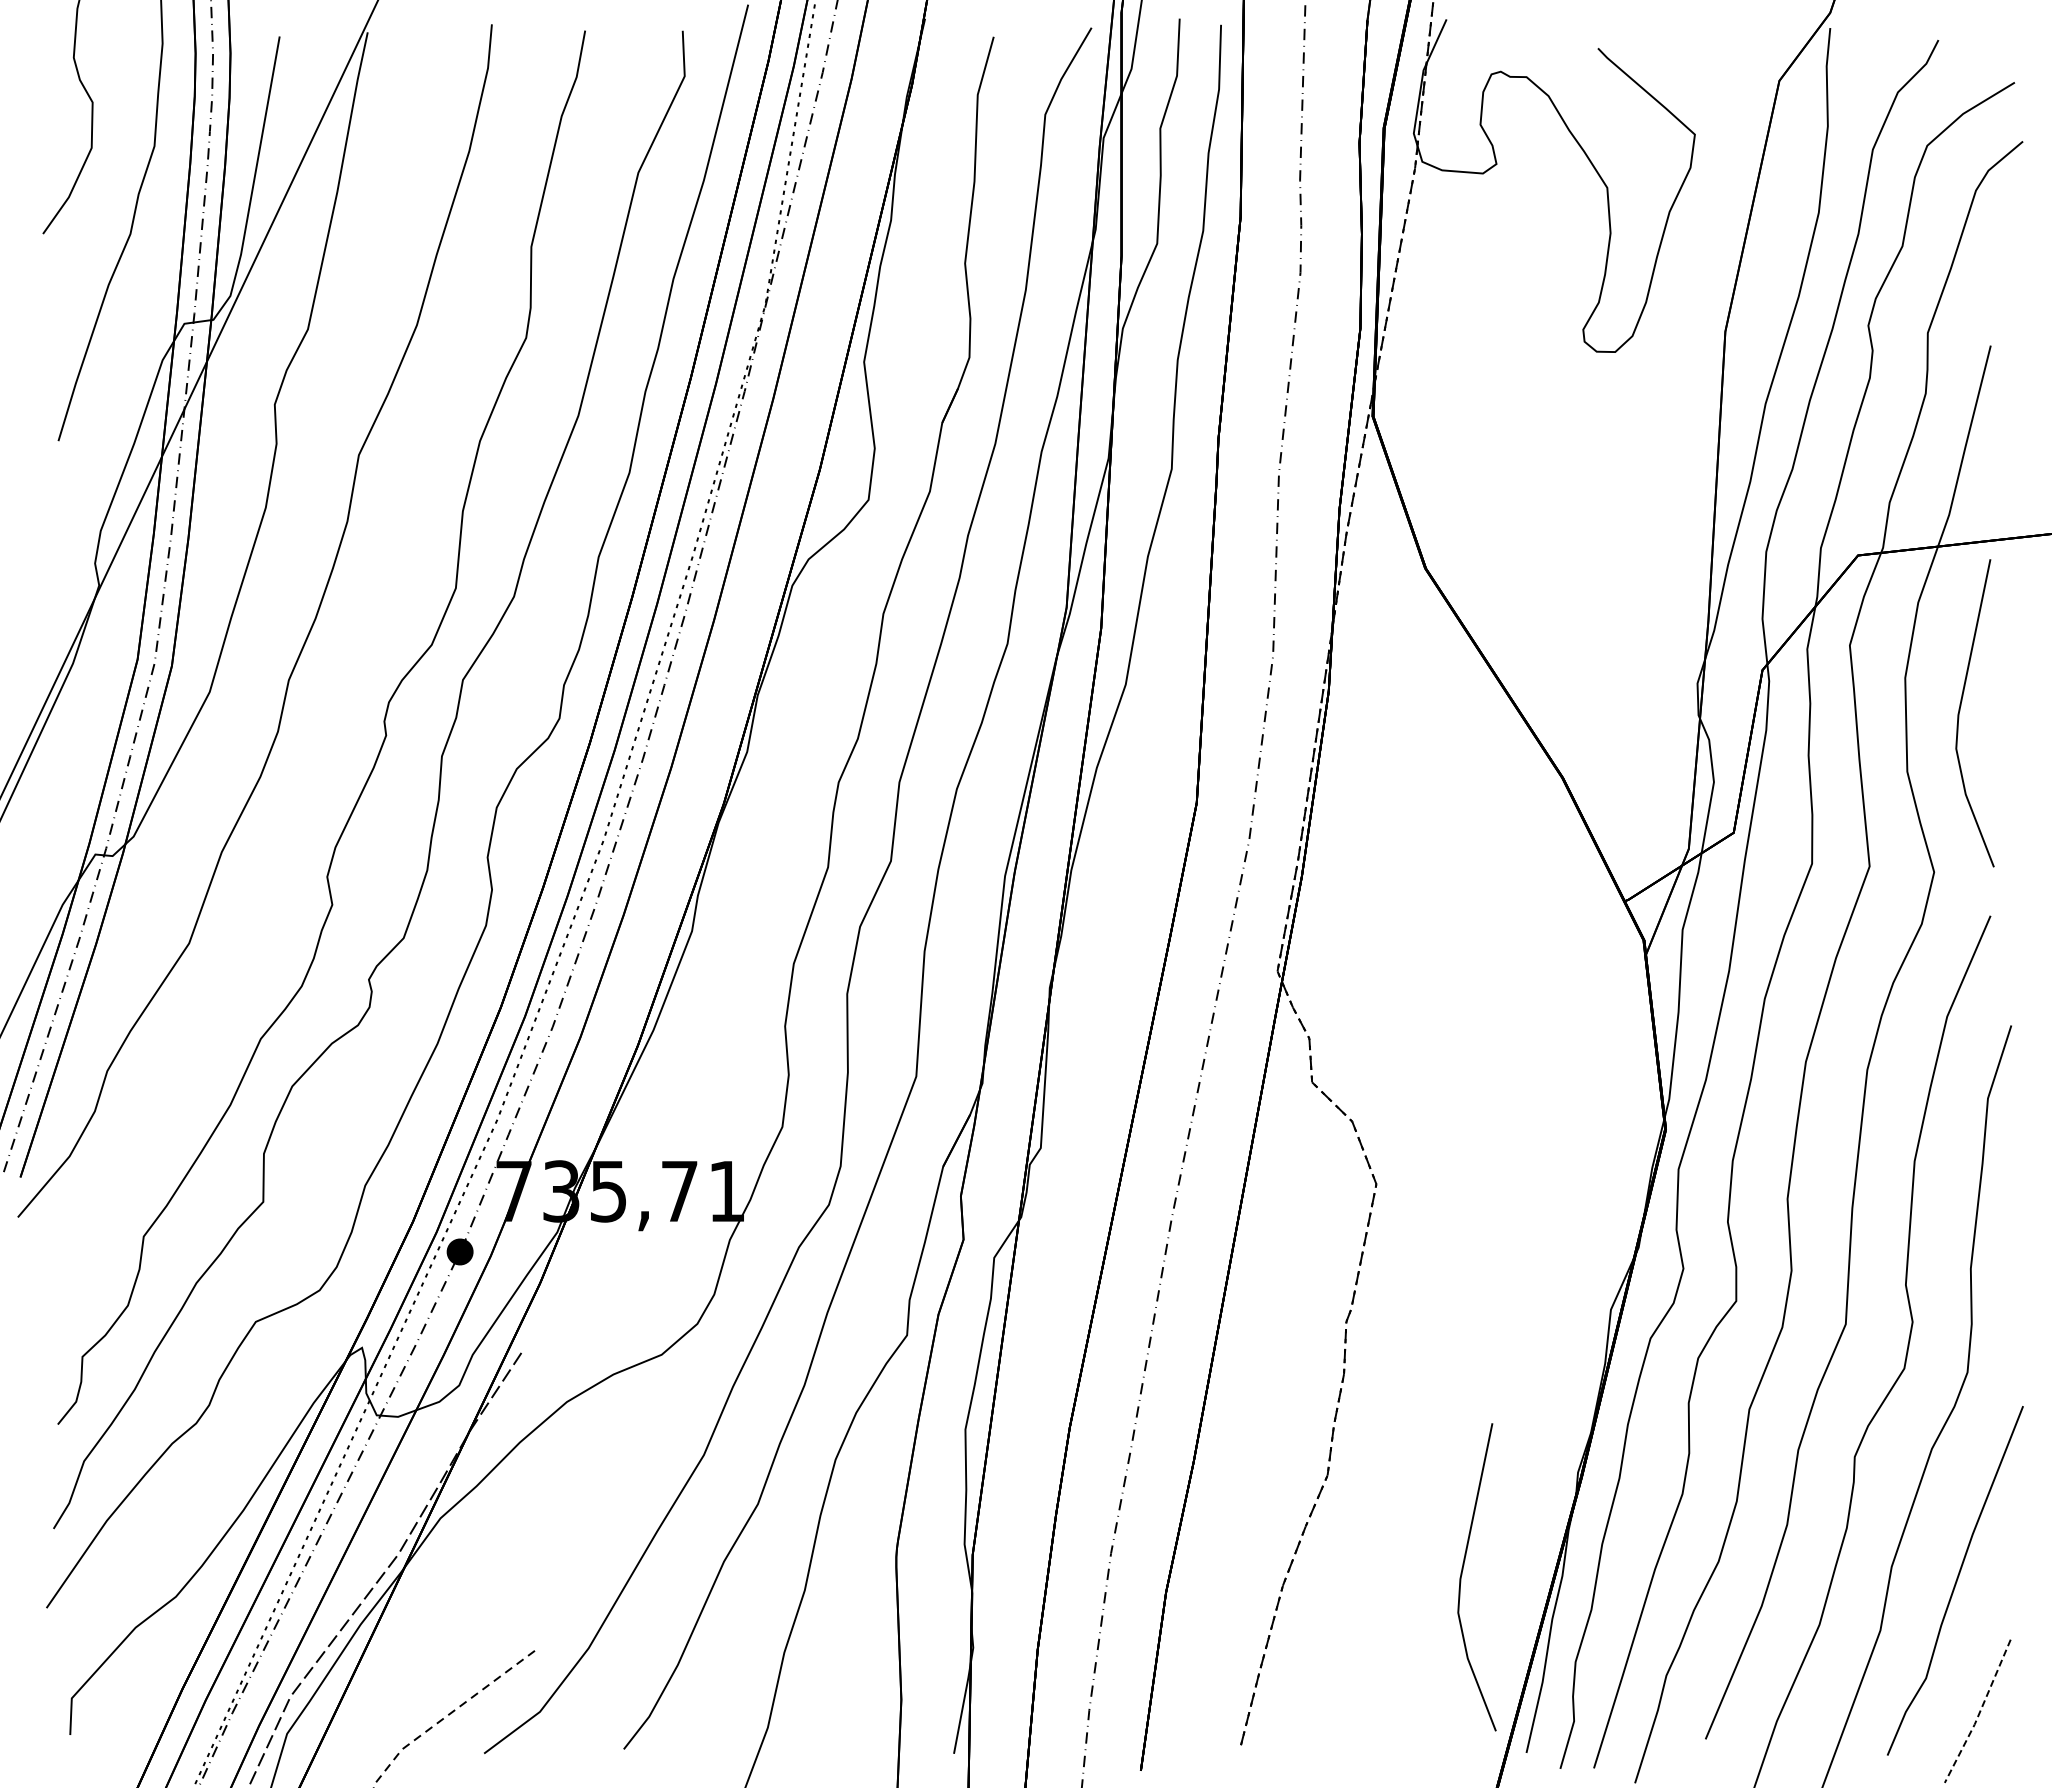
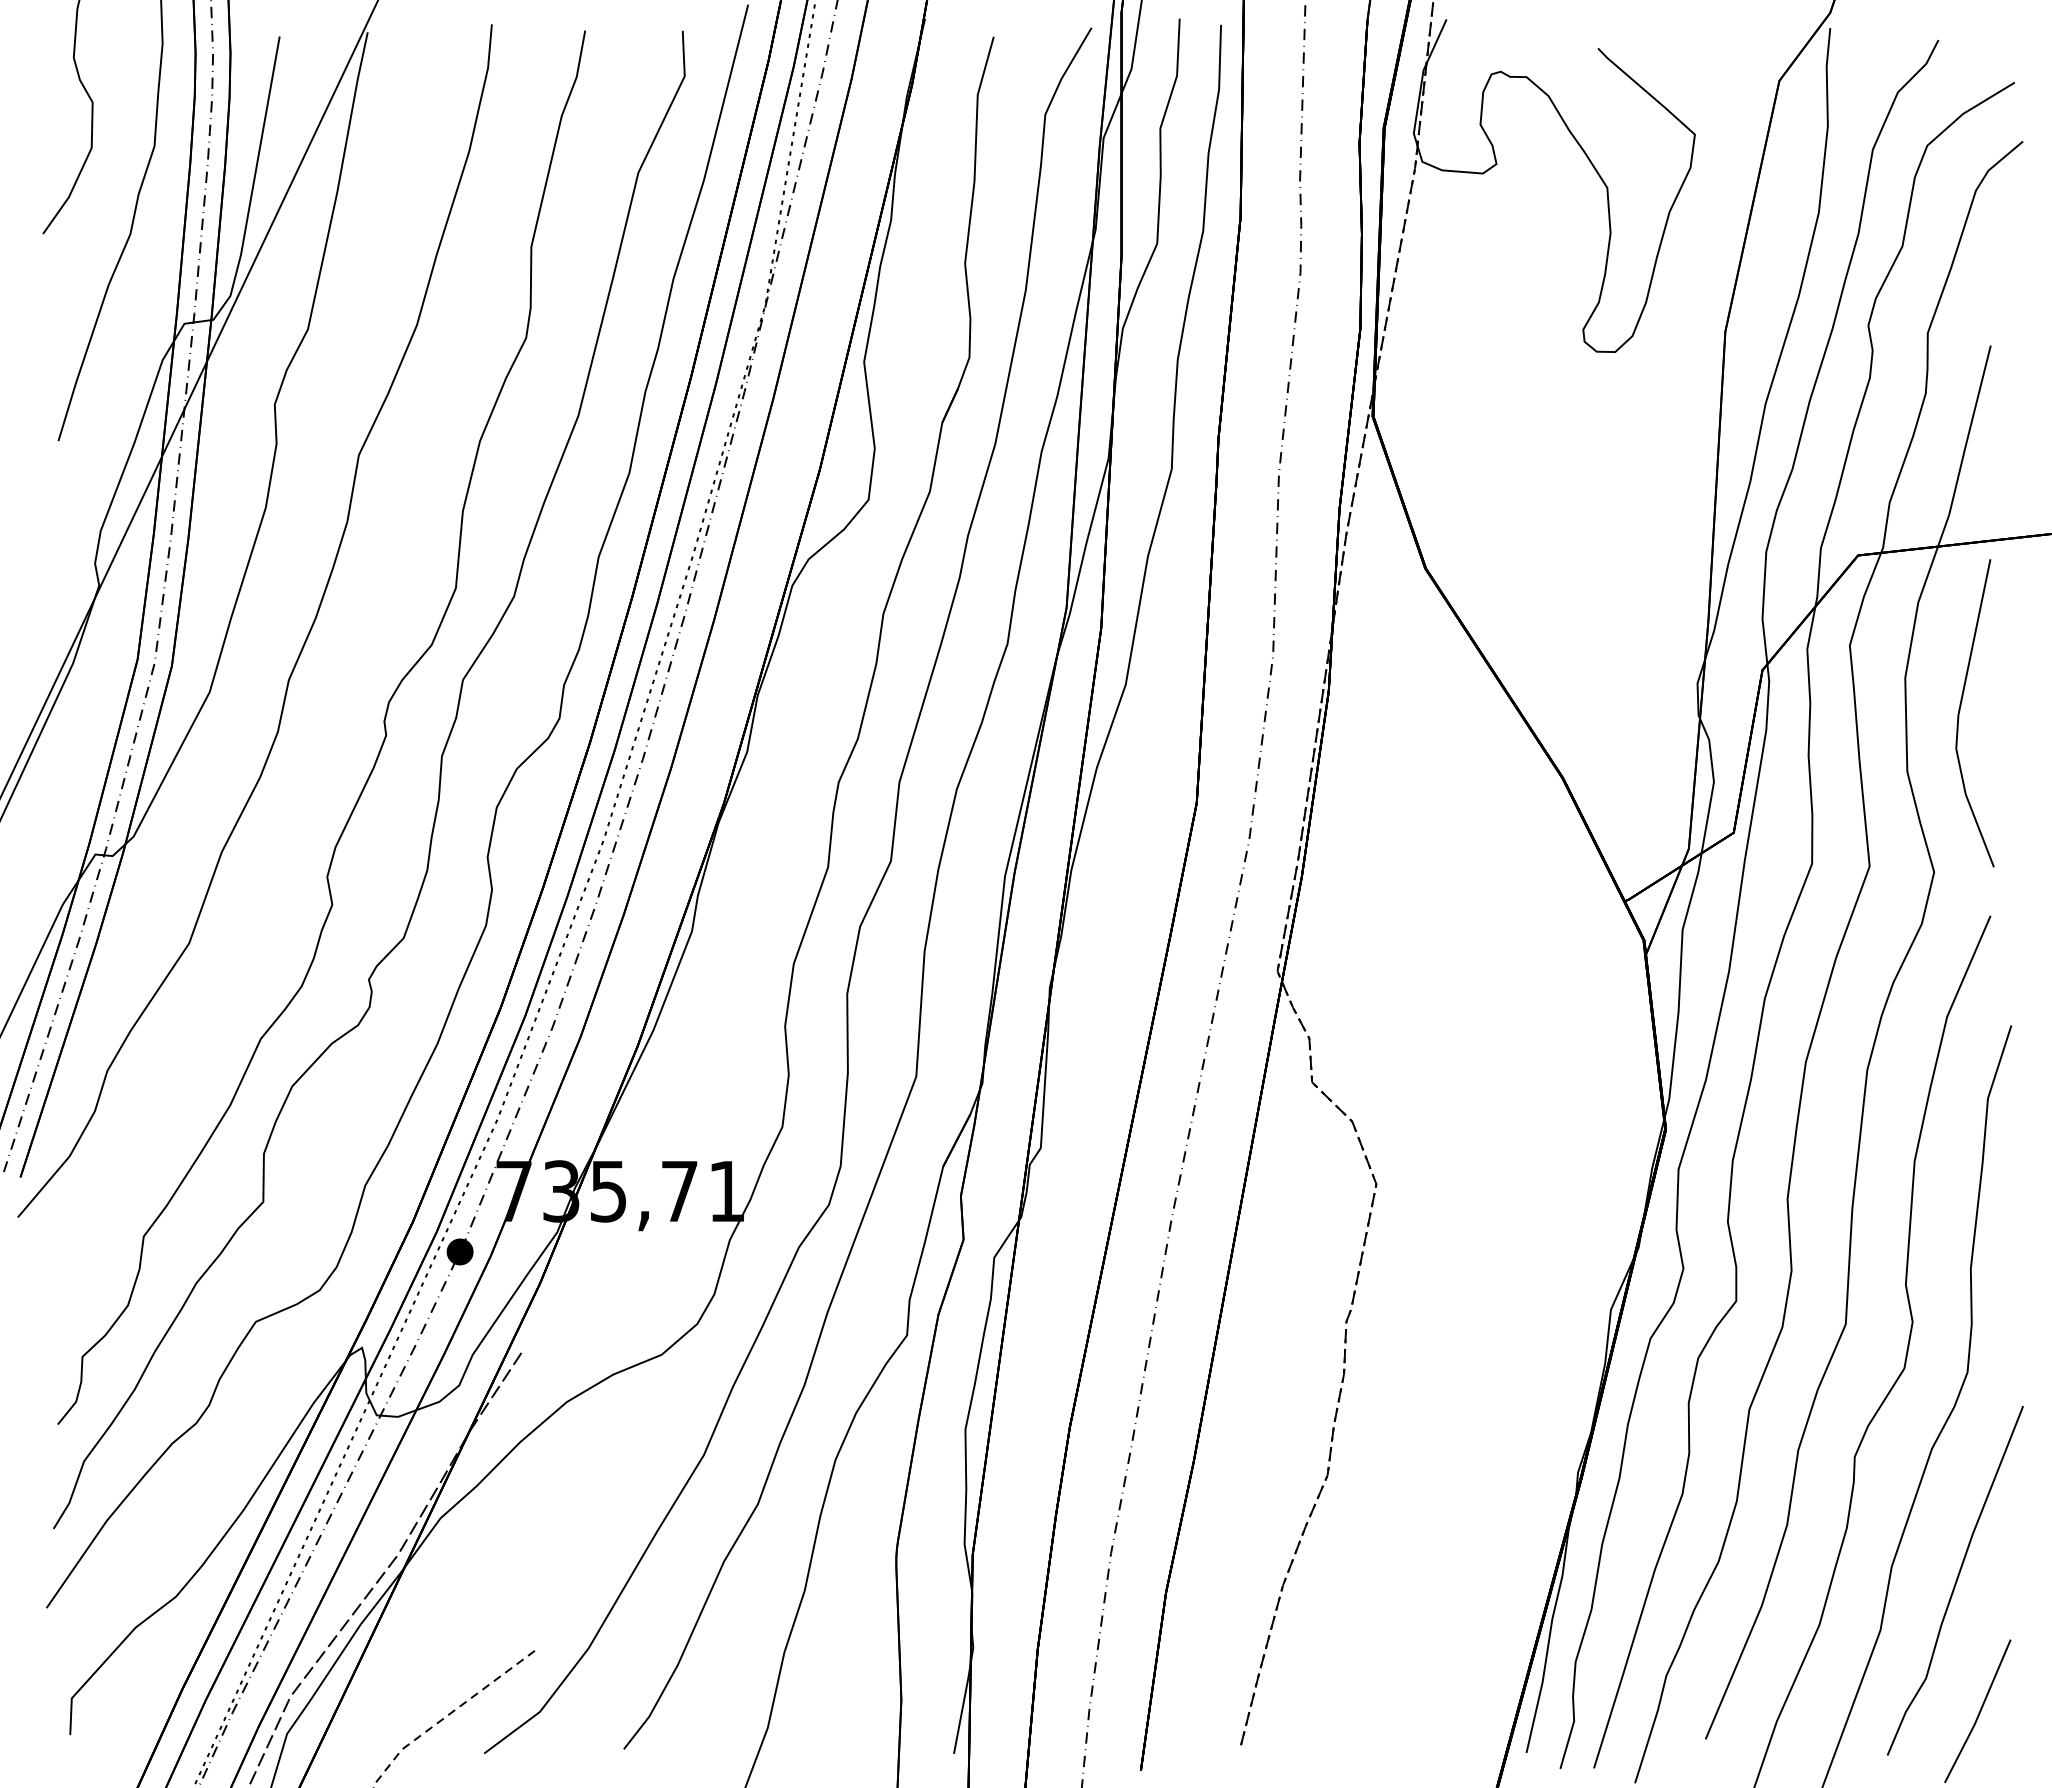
line at (1462, 1575): present -> none
line at (1979, 1712): dashed -> solid
